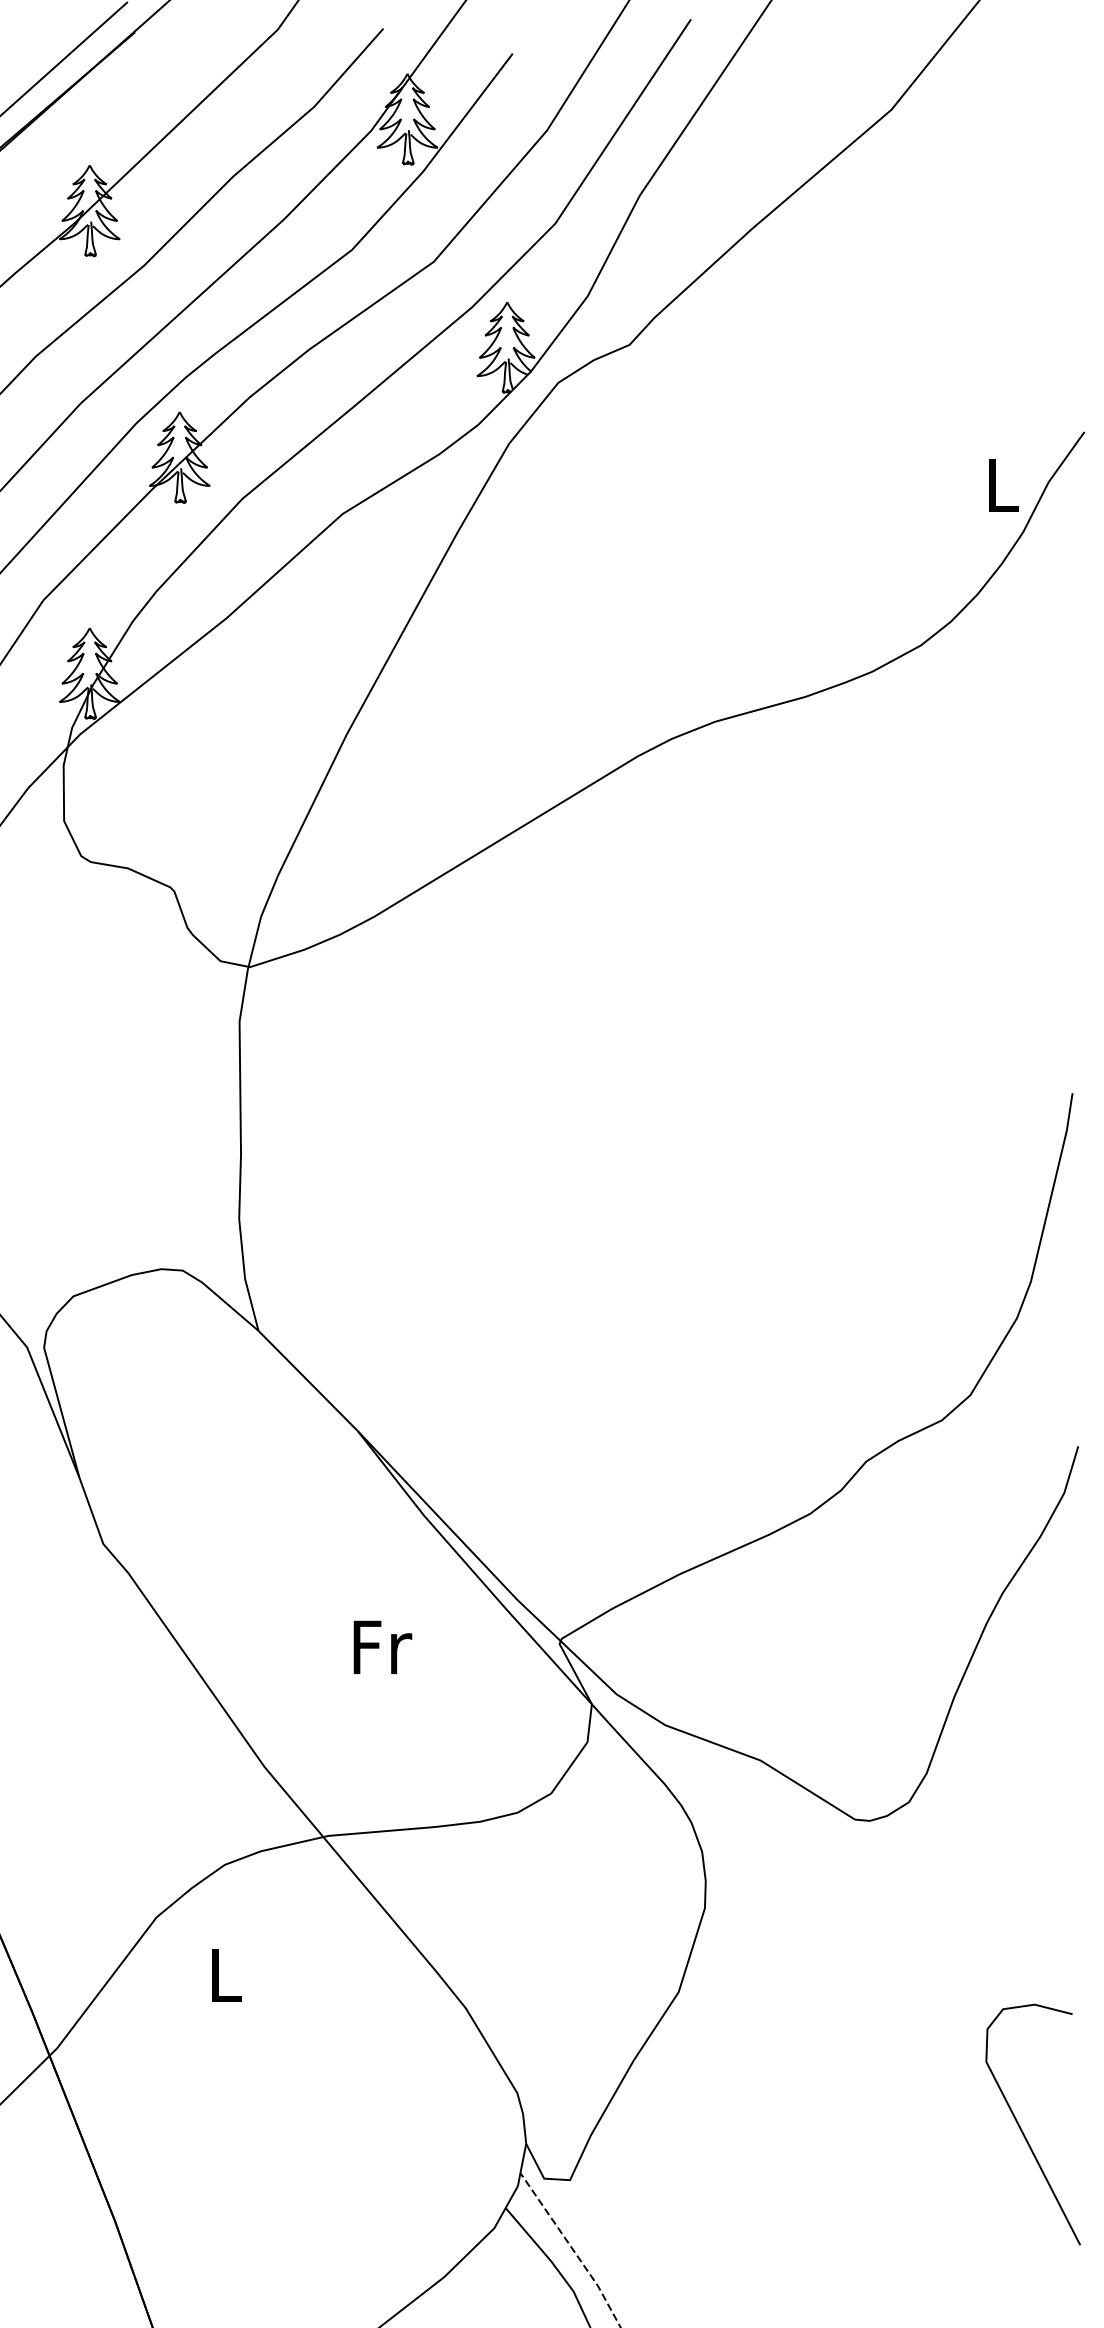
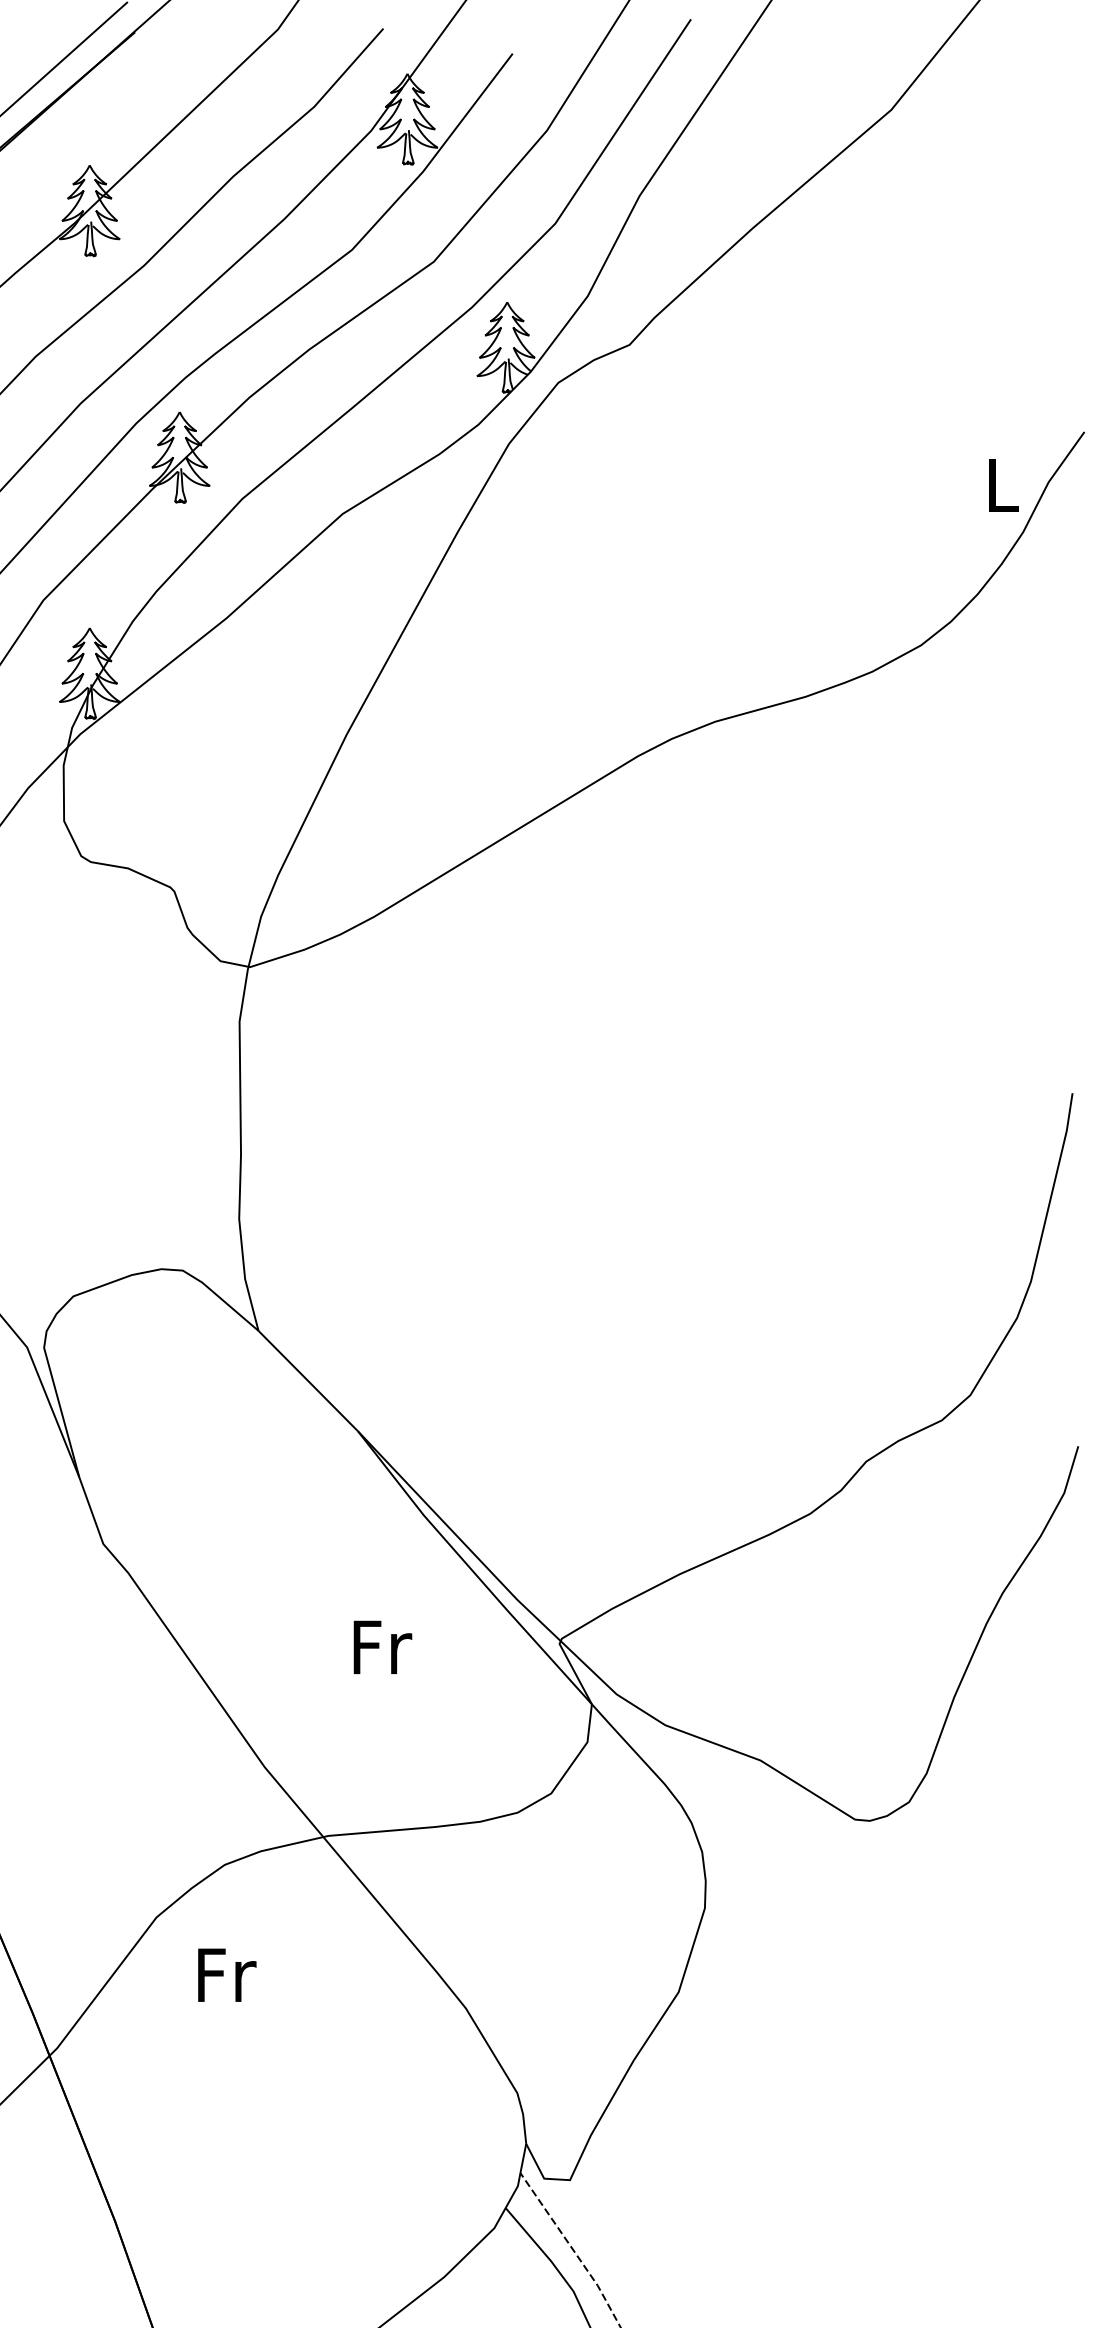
text at (227, 1974): L -> Fr
curve at (1023, 2131): present -> none
